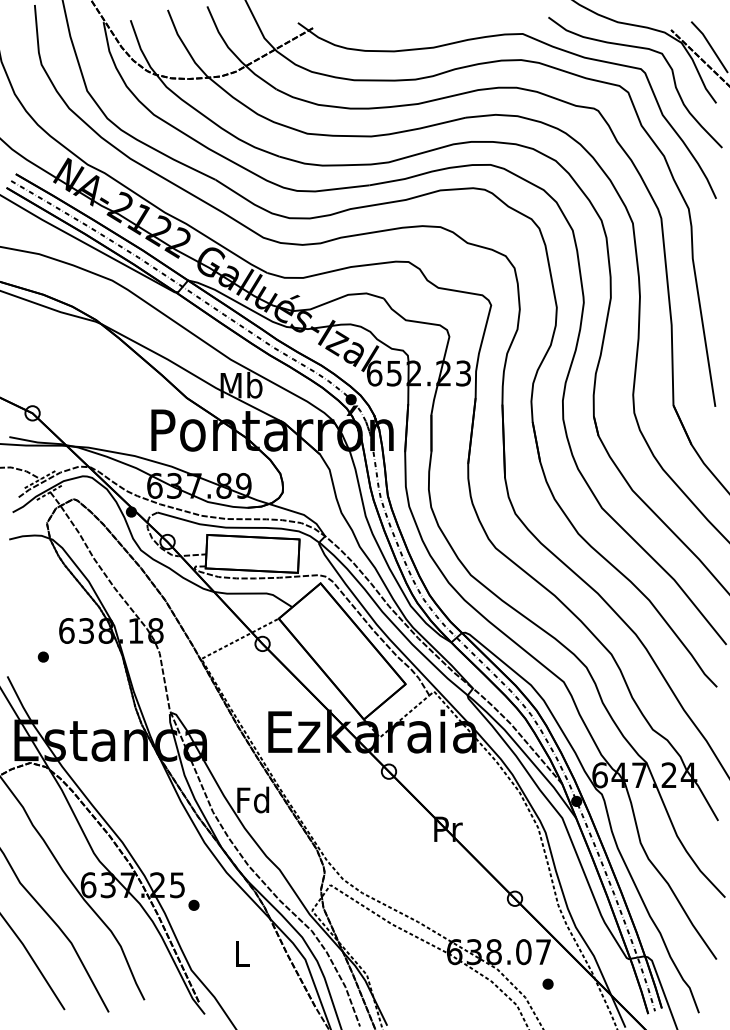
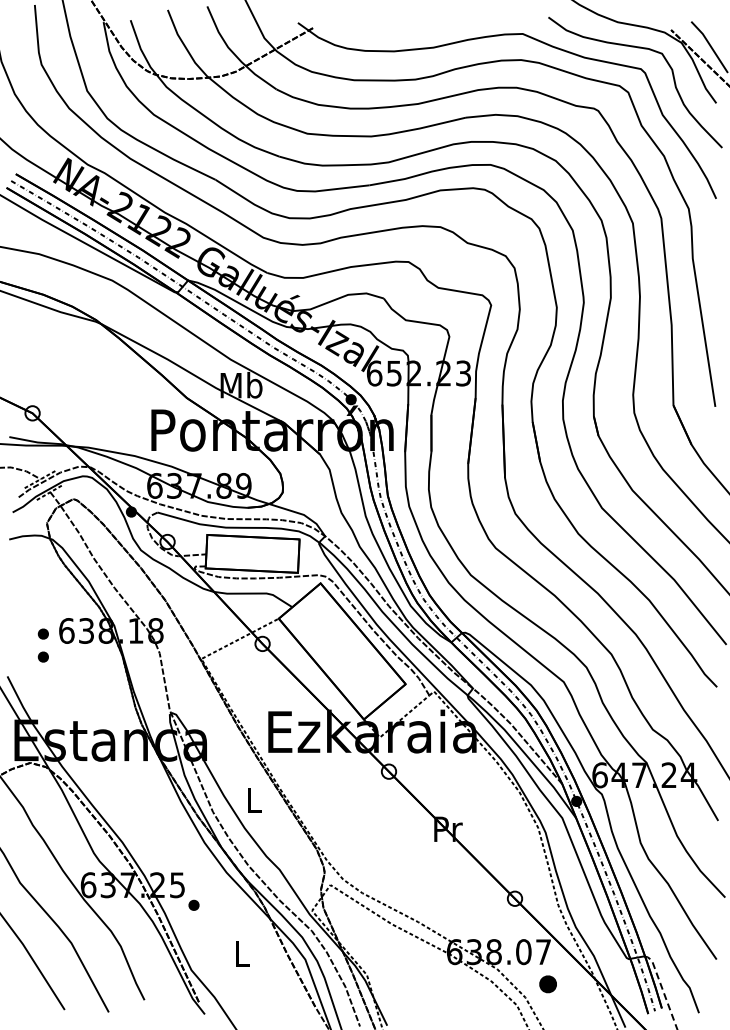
part at (42, 633): none -> present
text at (253, 799): Fd -> L
part at (547, 983) size: 12x12 px -> 18x19 px
line at (662, 989): solid -> dashed
